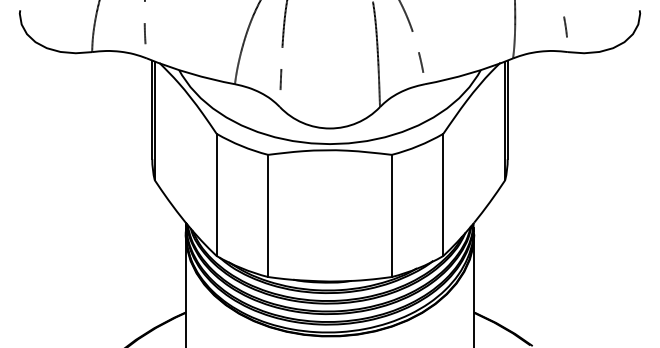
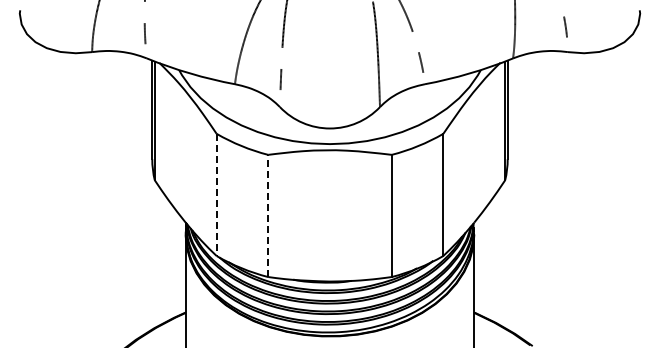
line at (216, 195): solid -> dashed
line at (268, 215): solid -> dashed
